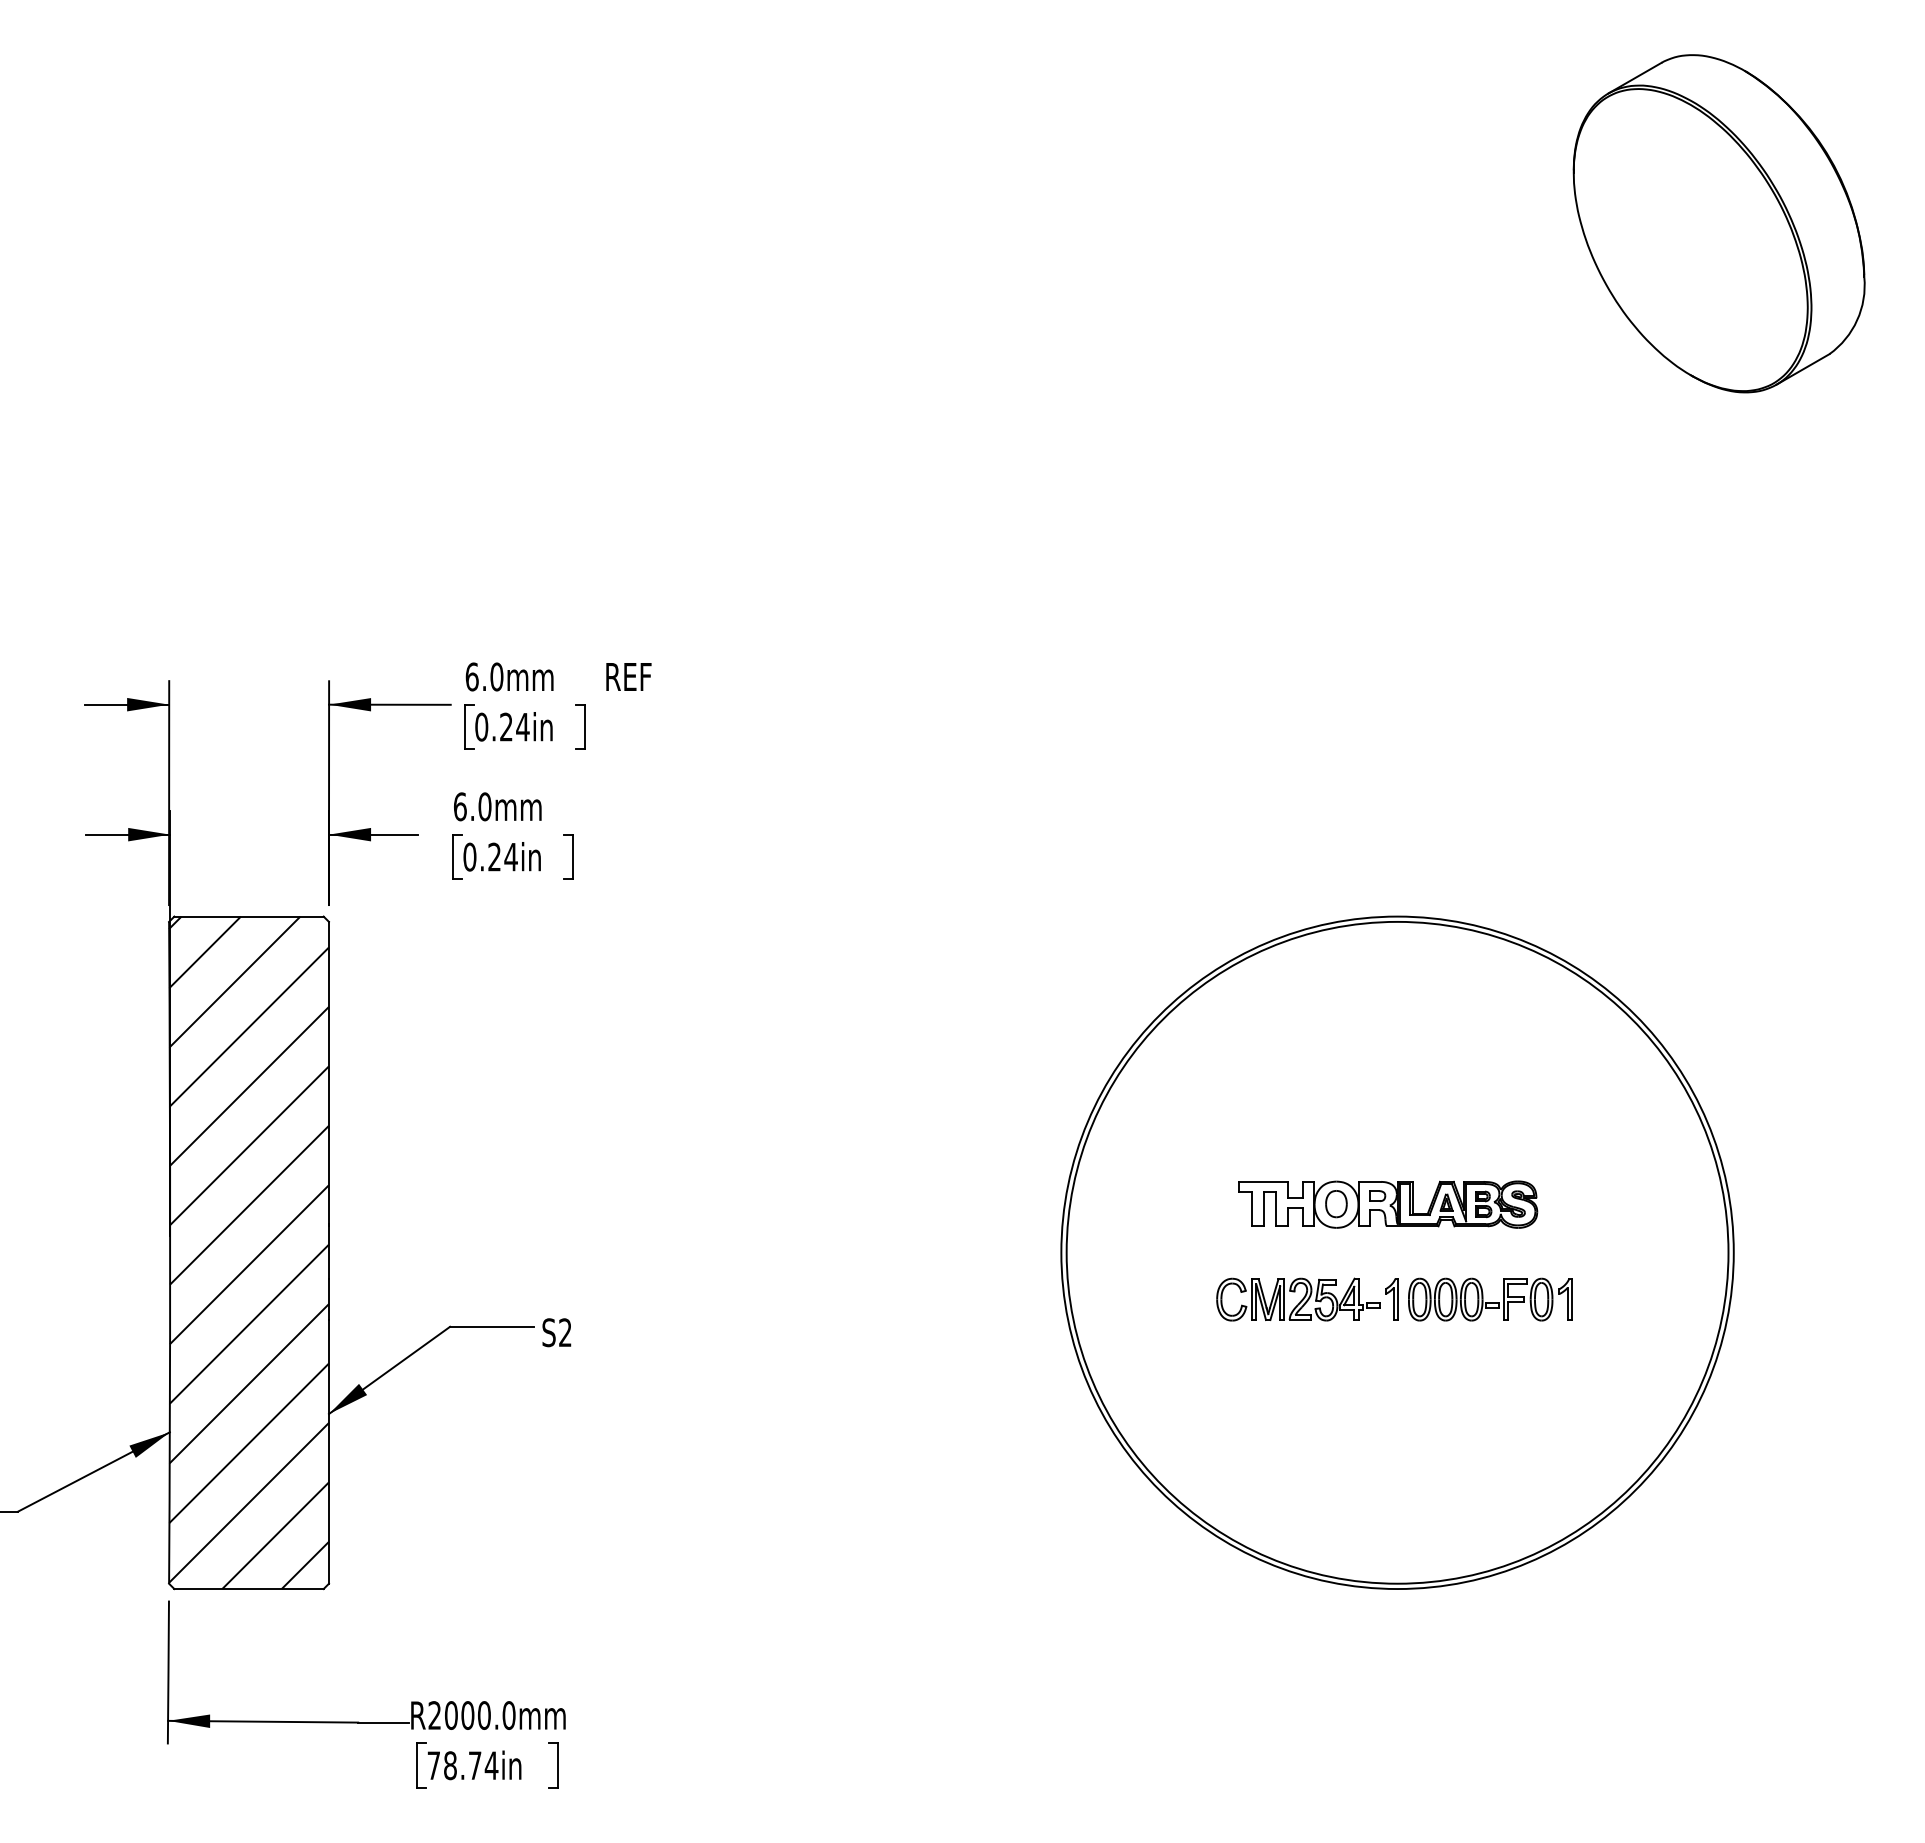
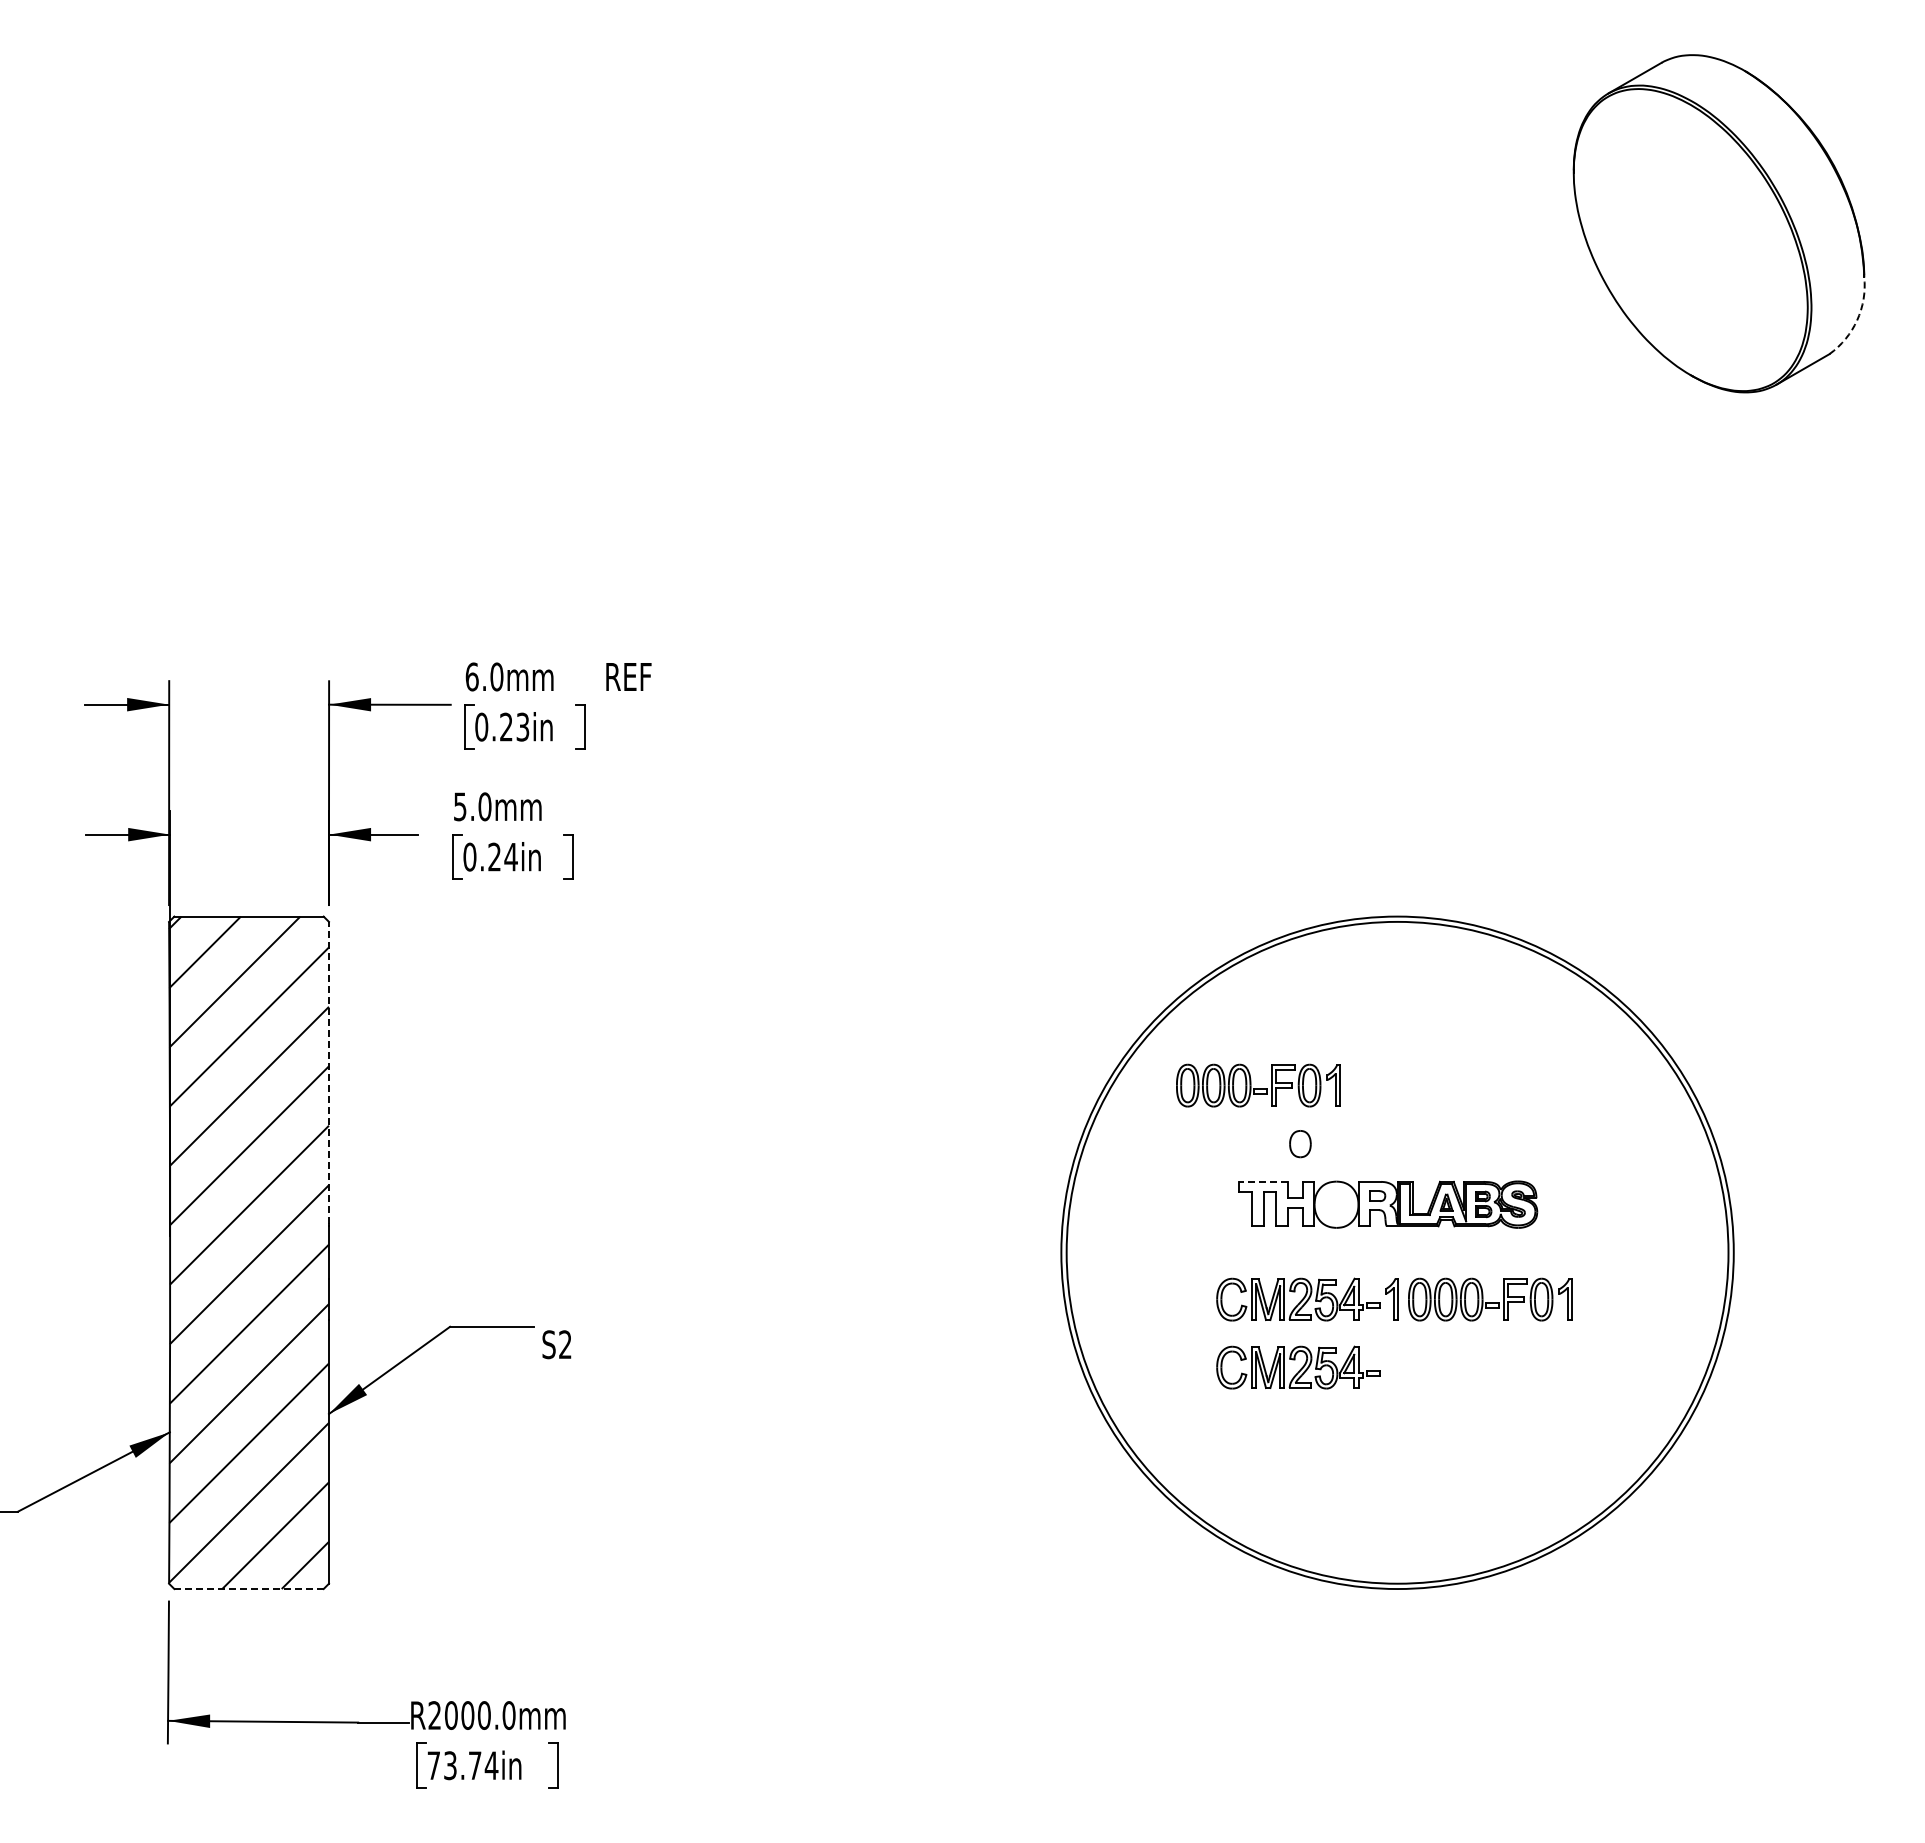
arc at (1857, 320): solid -> dashed
text at (522, 726): 0.24in -> 0.23in
text at (460, 806): 6.0mm -> 5.0mm
line at (328, 1072): solid -> dashed
part at (1258, 1085): none -> present
line at (1262, 1181): solid -> dashed
part at (1336, 1204) position: (1336, 1204) -> (1300, 1144)
text at (556, 1332) position: (556, 1332) -> (556, 1344)
part at (1298, 1367): none -> present
line at (249, 1589): solid -> dashed
text at (450, 1765): 78.74in -> 73.74in
